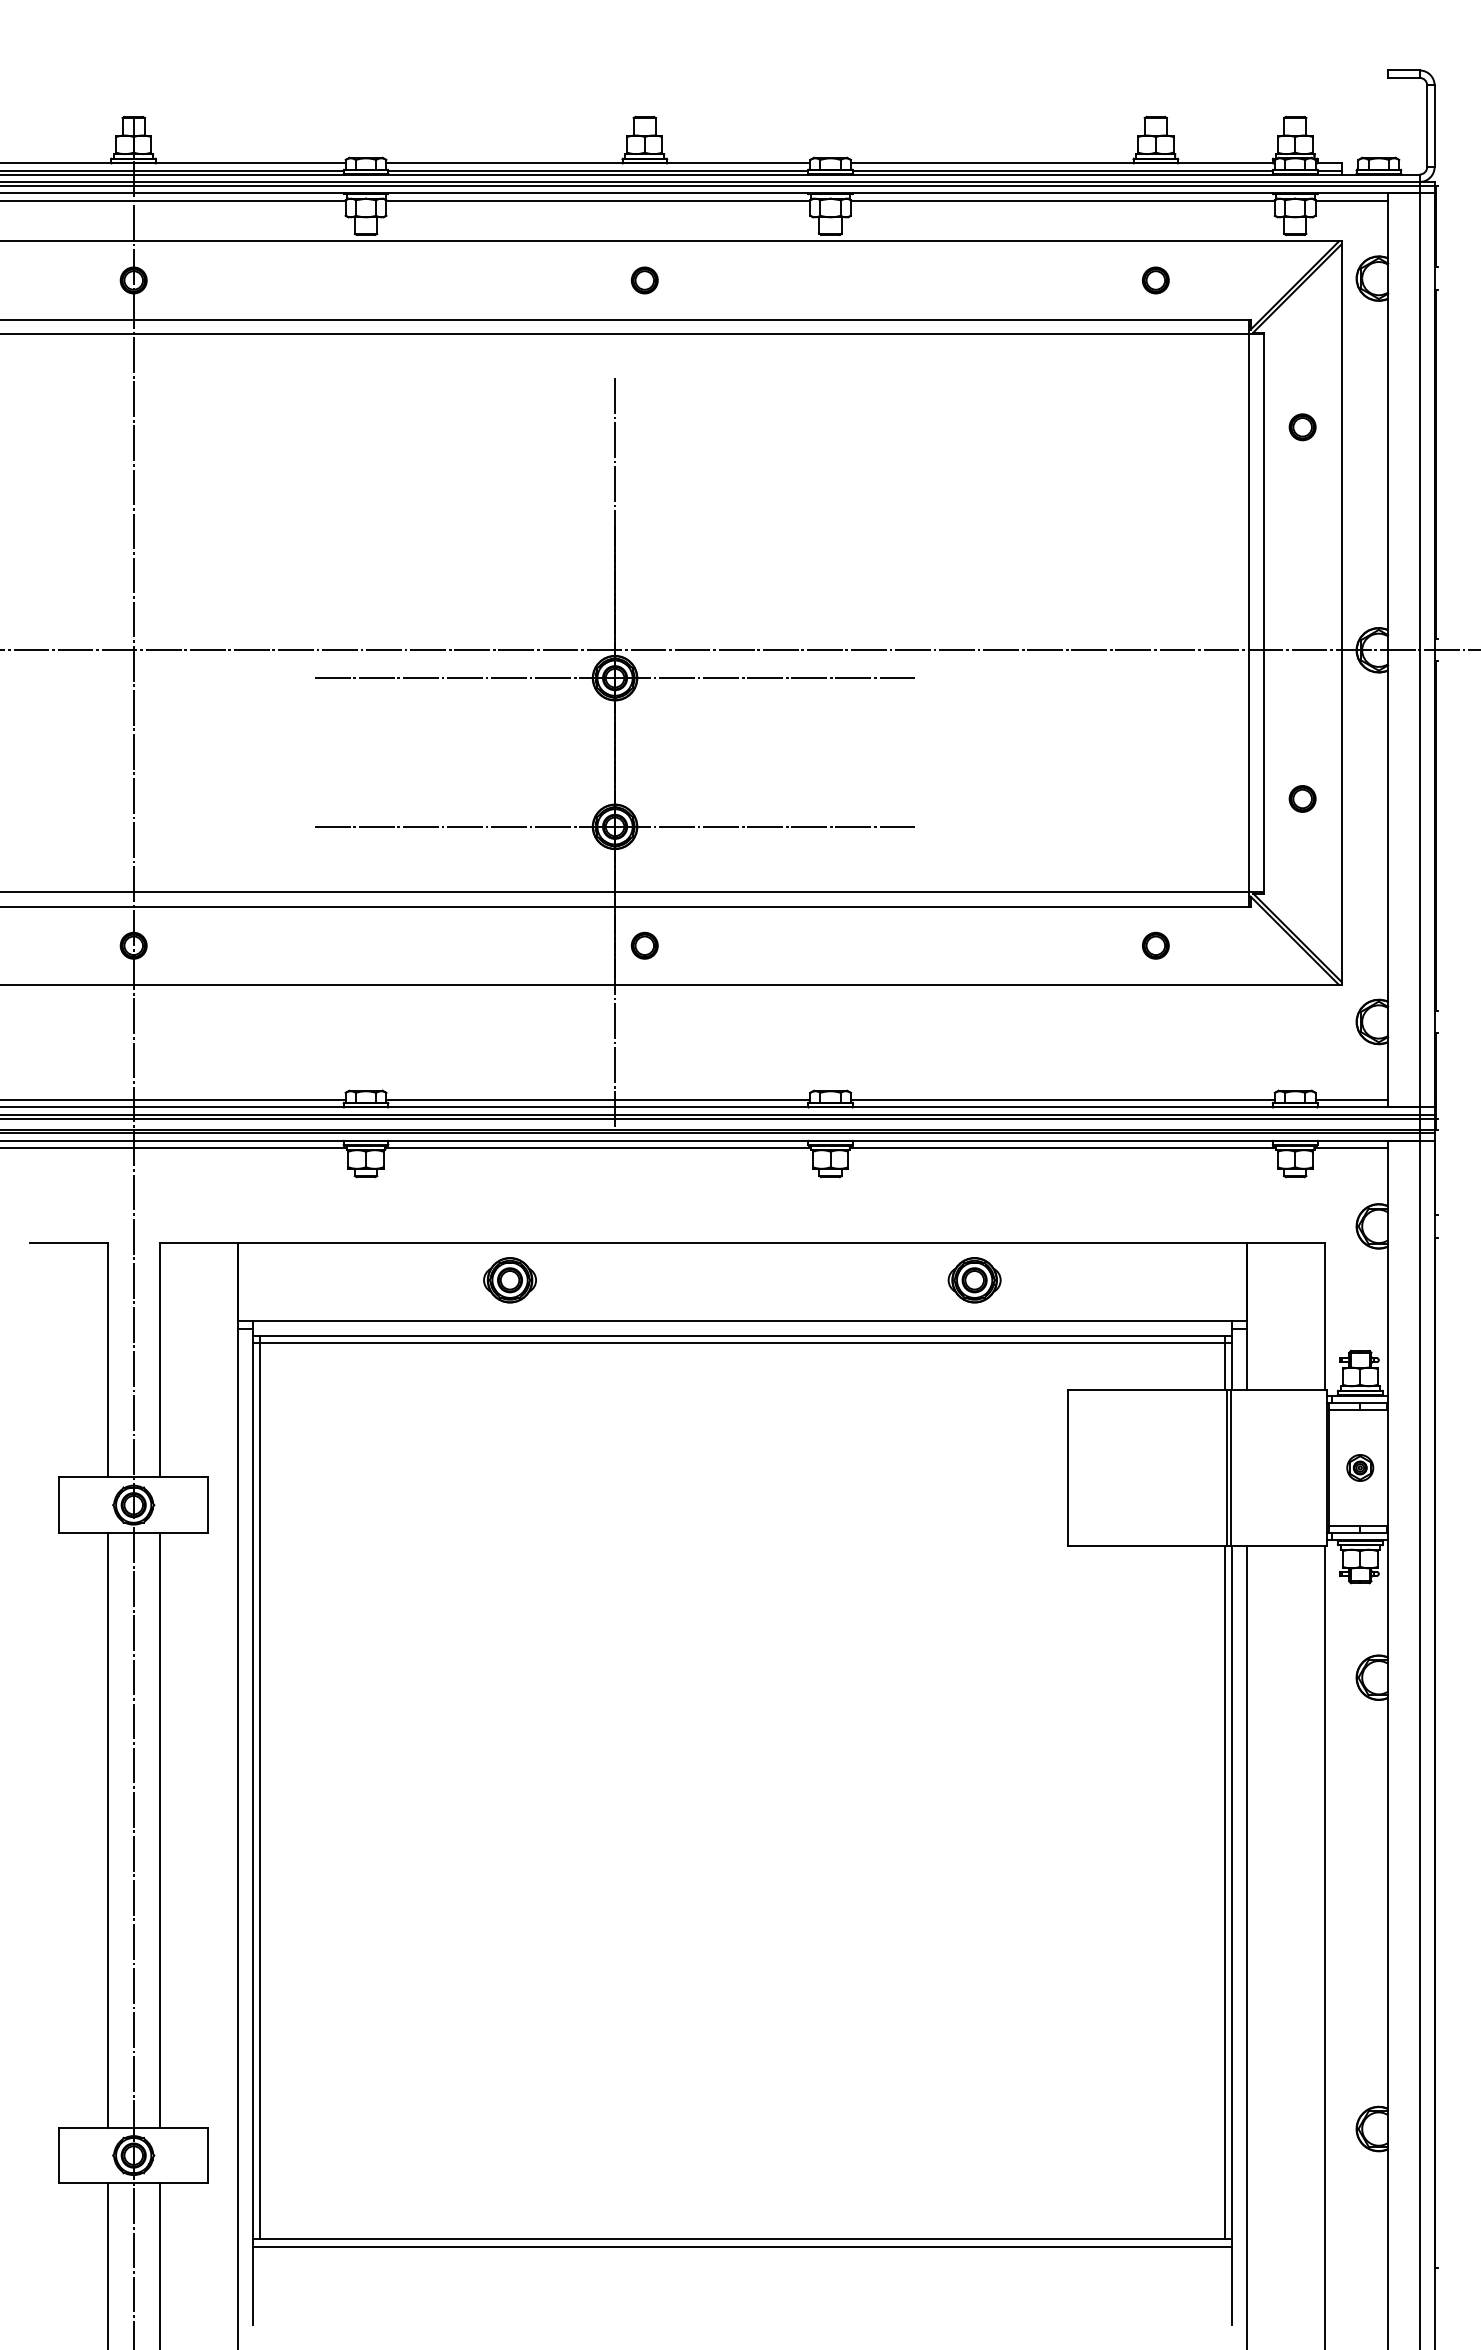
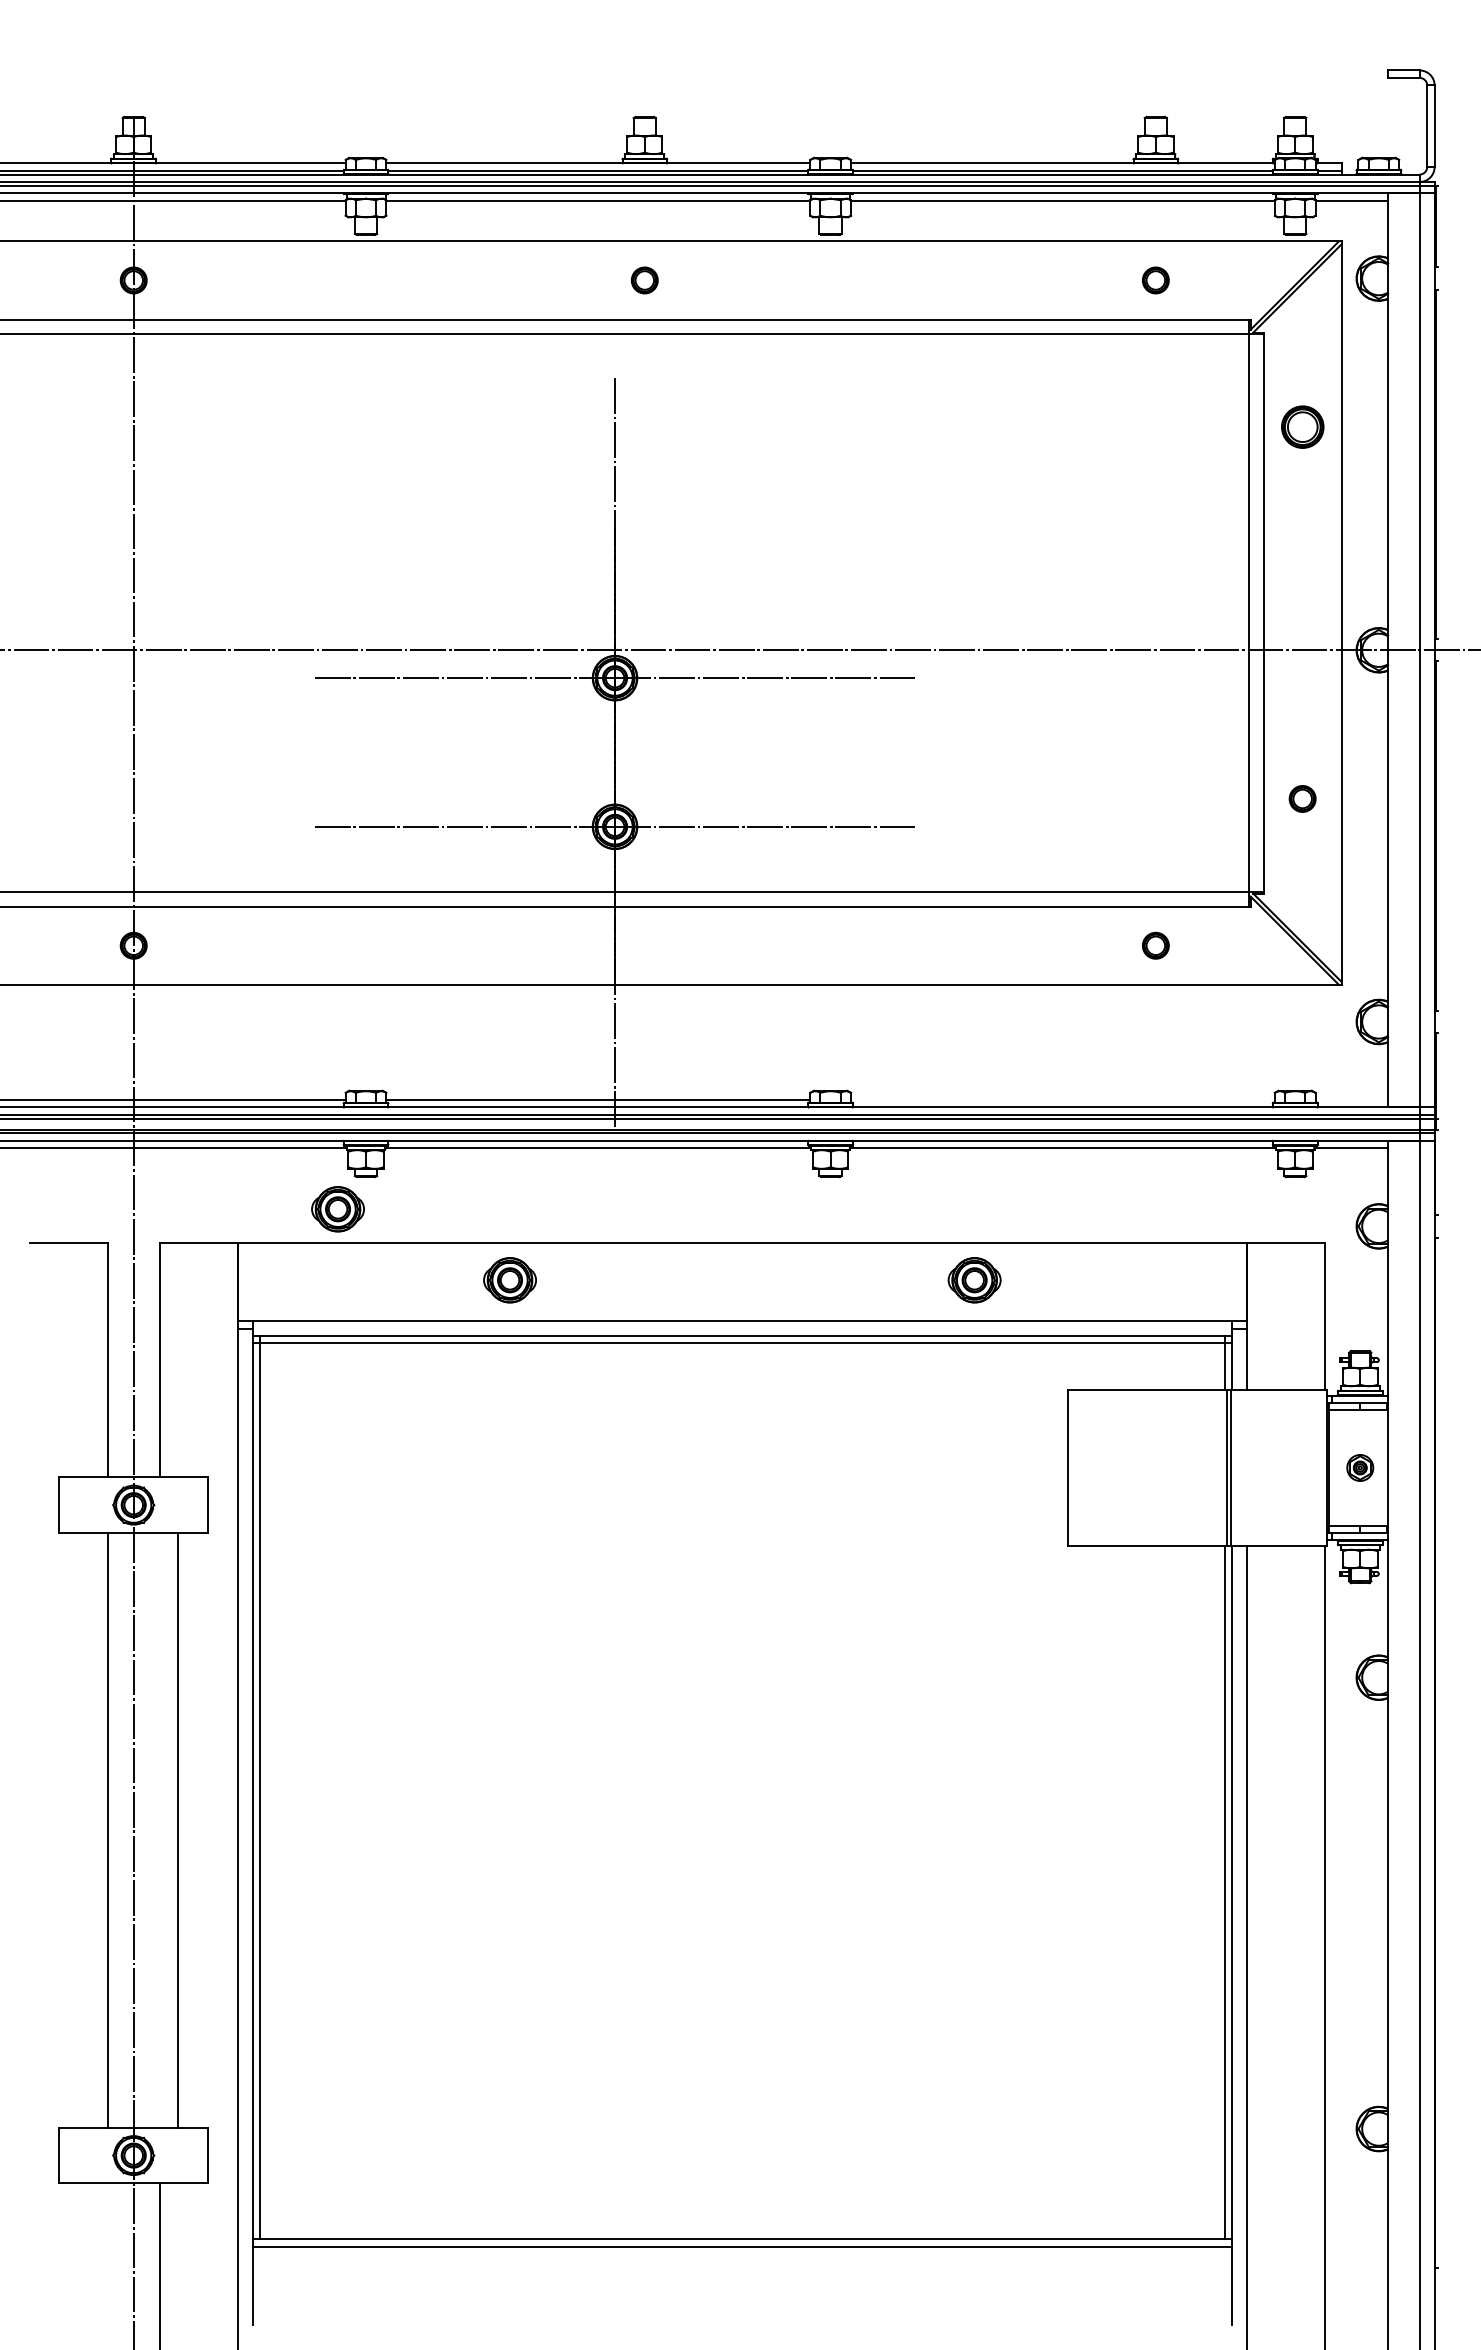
part at (1302, 427) size: 29x29 px -> 44x44 px
part at (644, 945): present -> none
line at (1062, 1100): present -> none
line at (1351, 1100): present -> none
part at (337, 1209): none -> present
line at (159, 1830) position: (159, 1830) -> (177, 1830)
line at (107, 2264): present -> none
